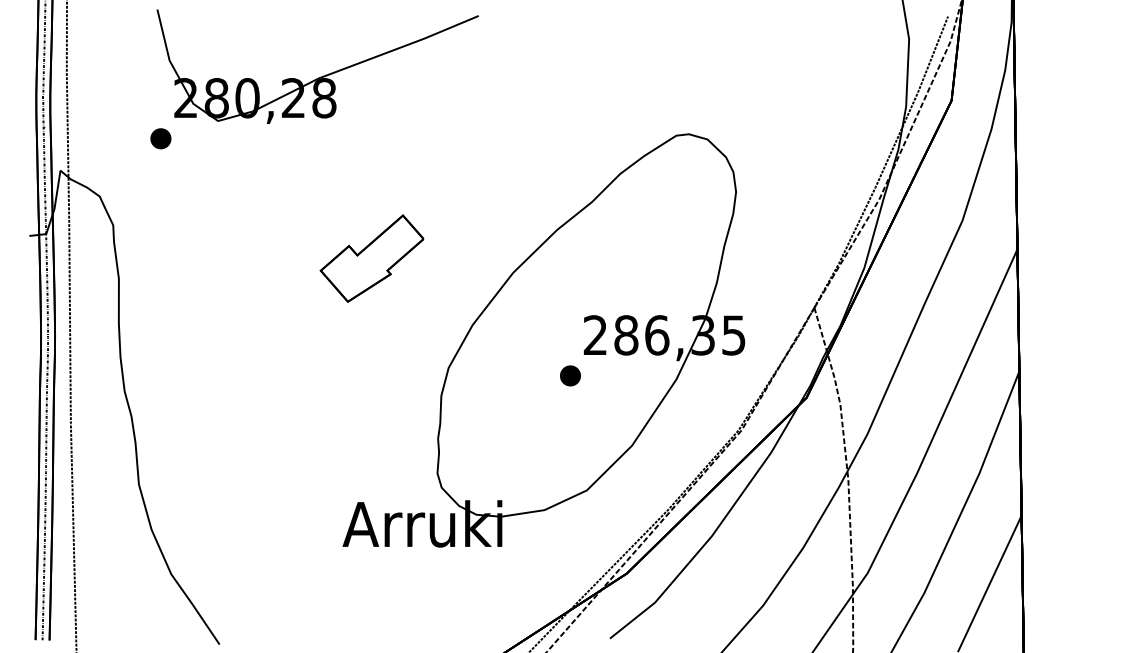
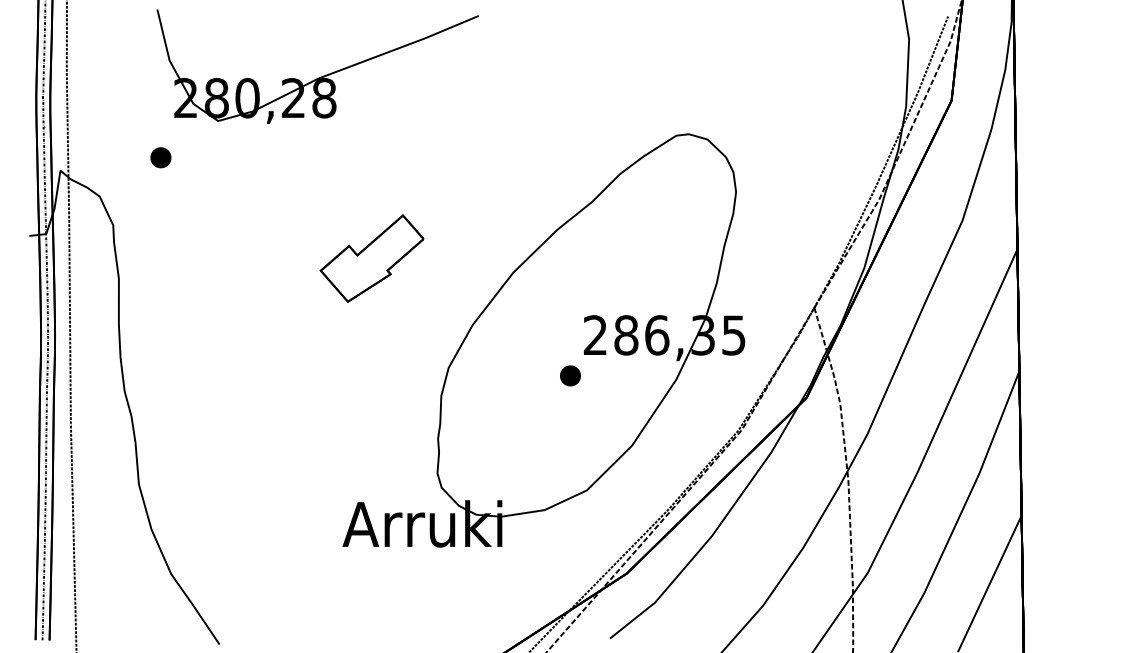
part at (160, 138) position: (160, 138) -> (160, 157)
